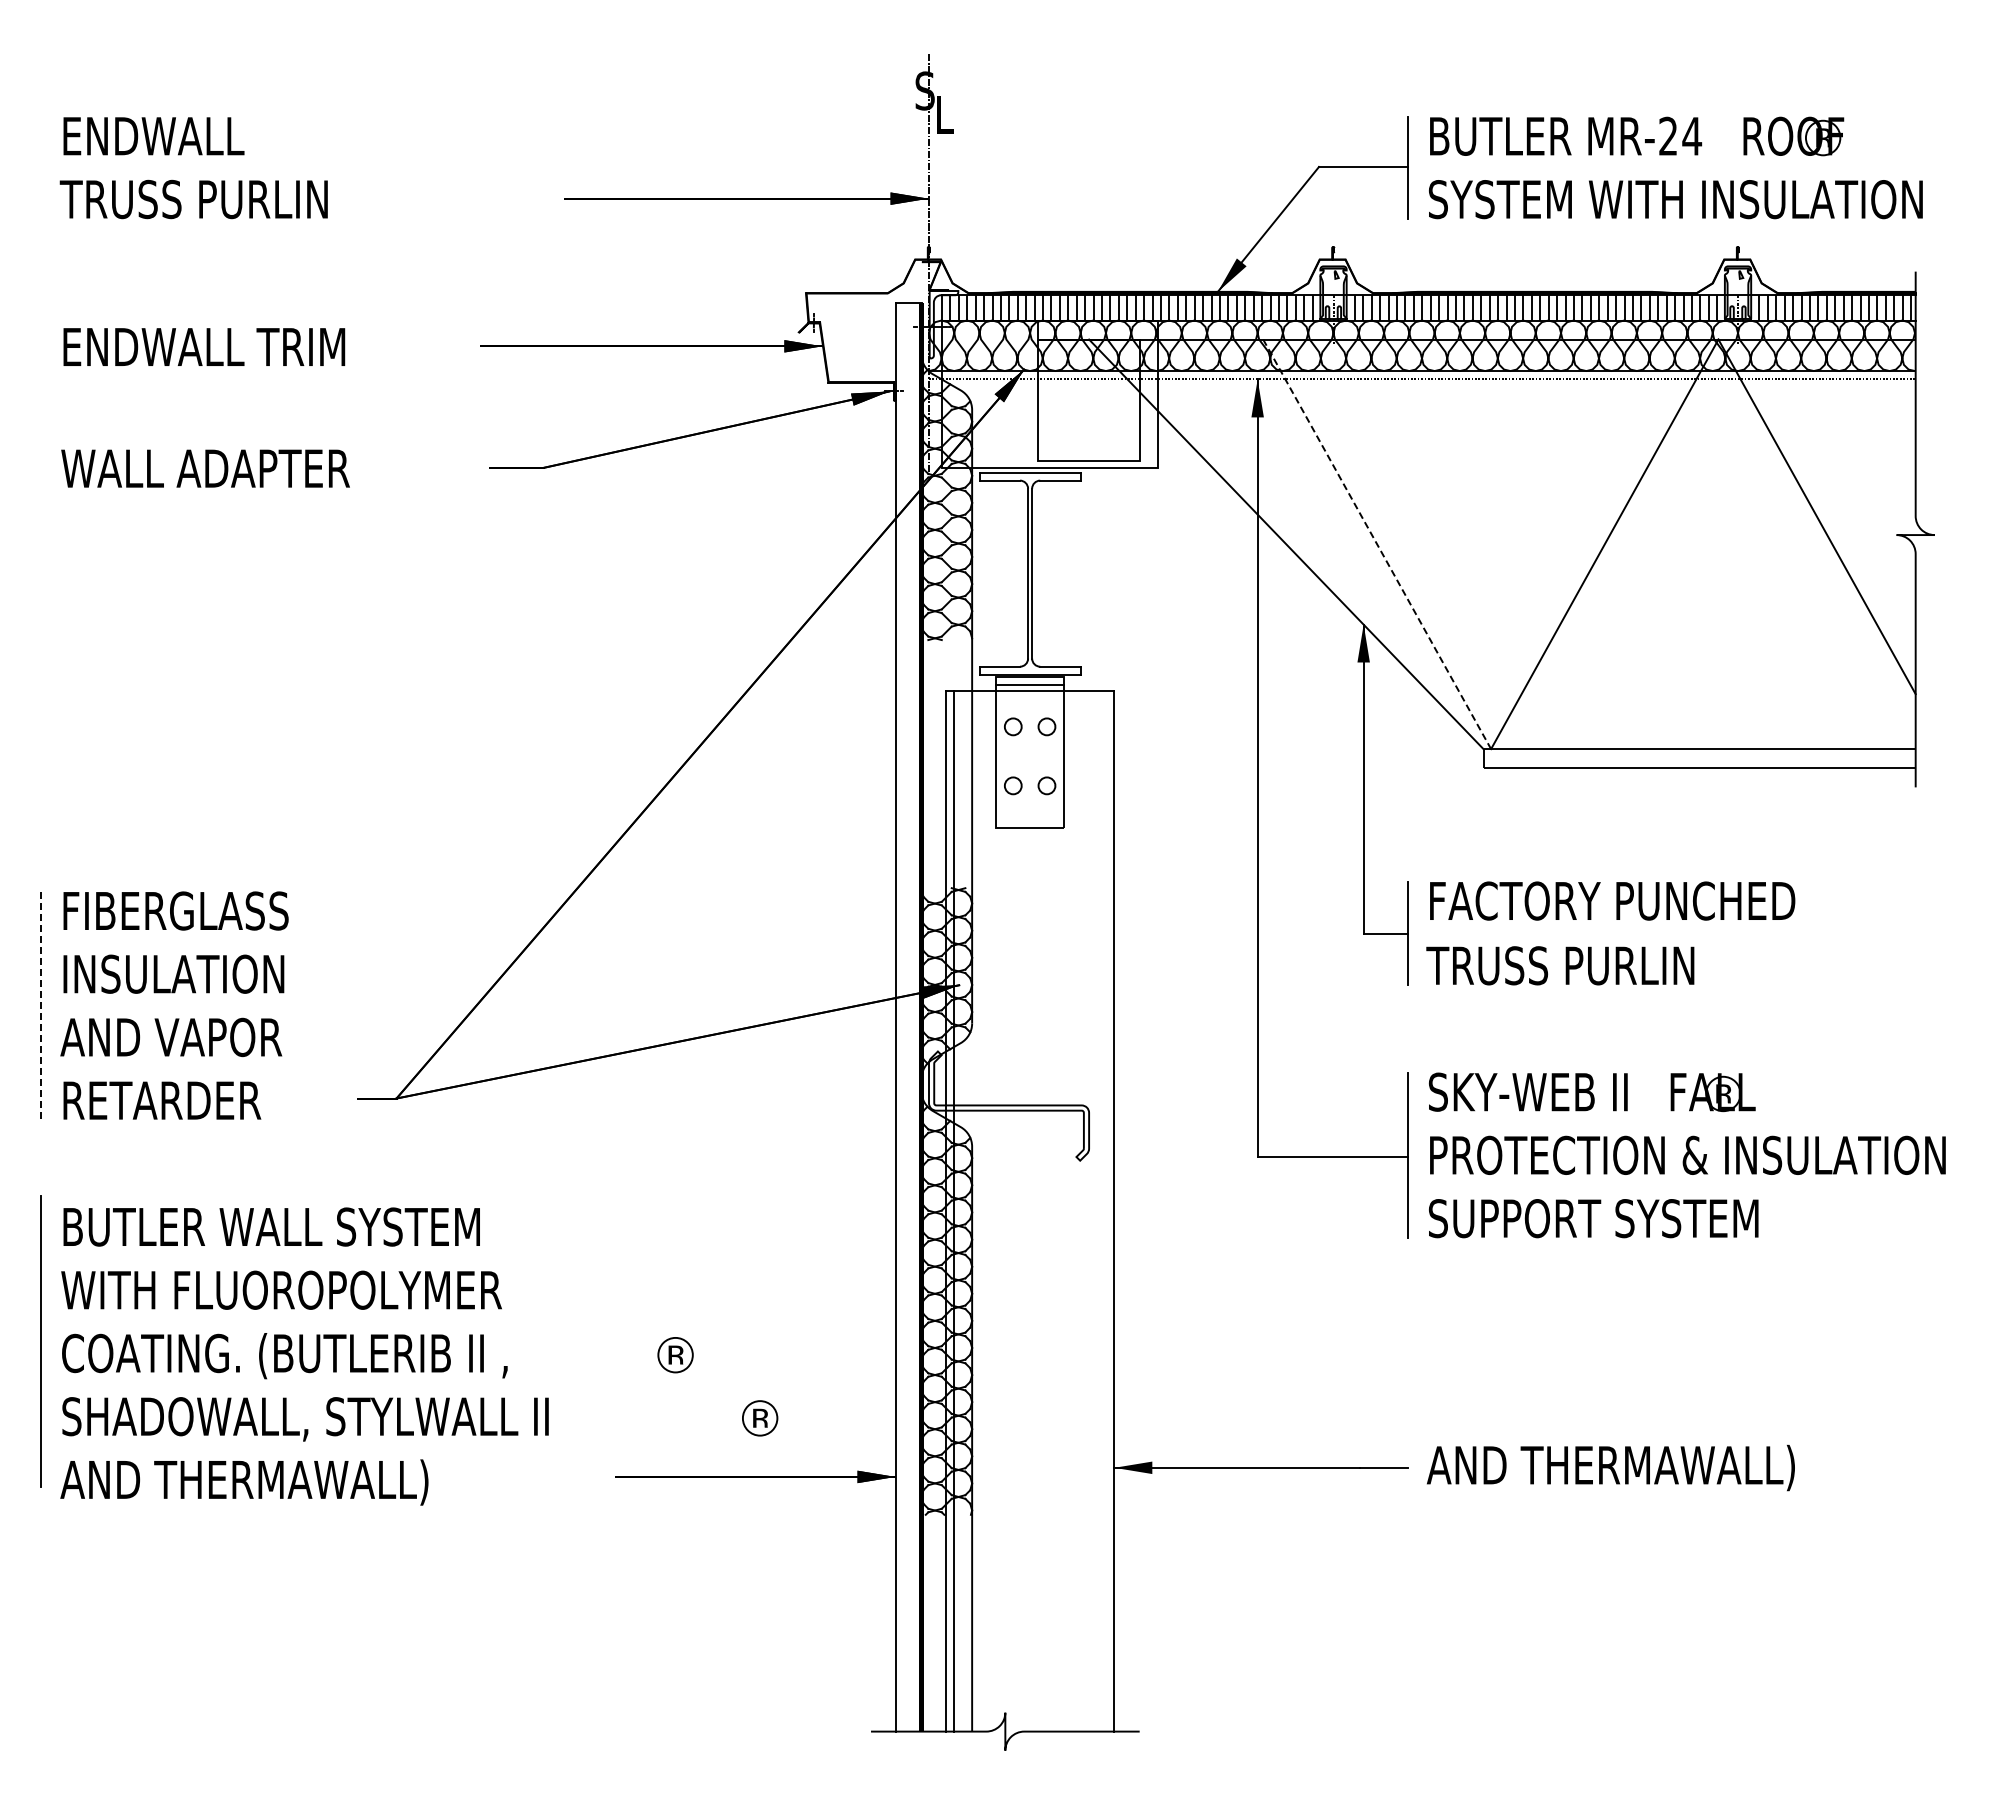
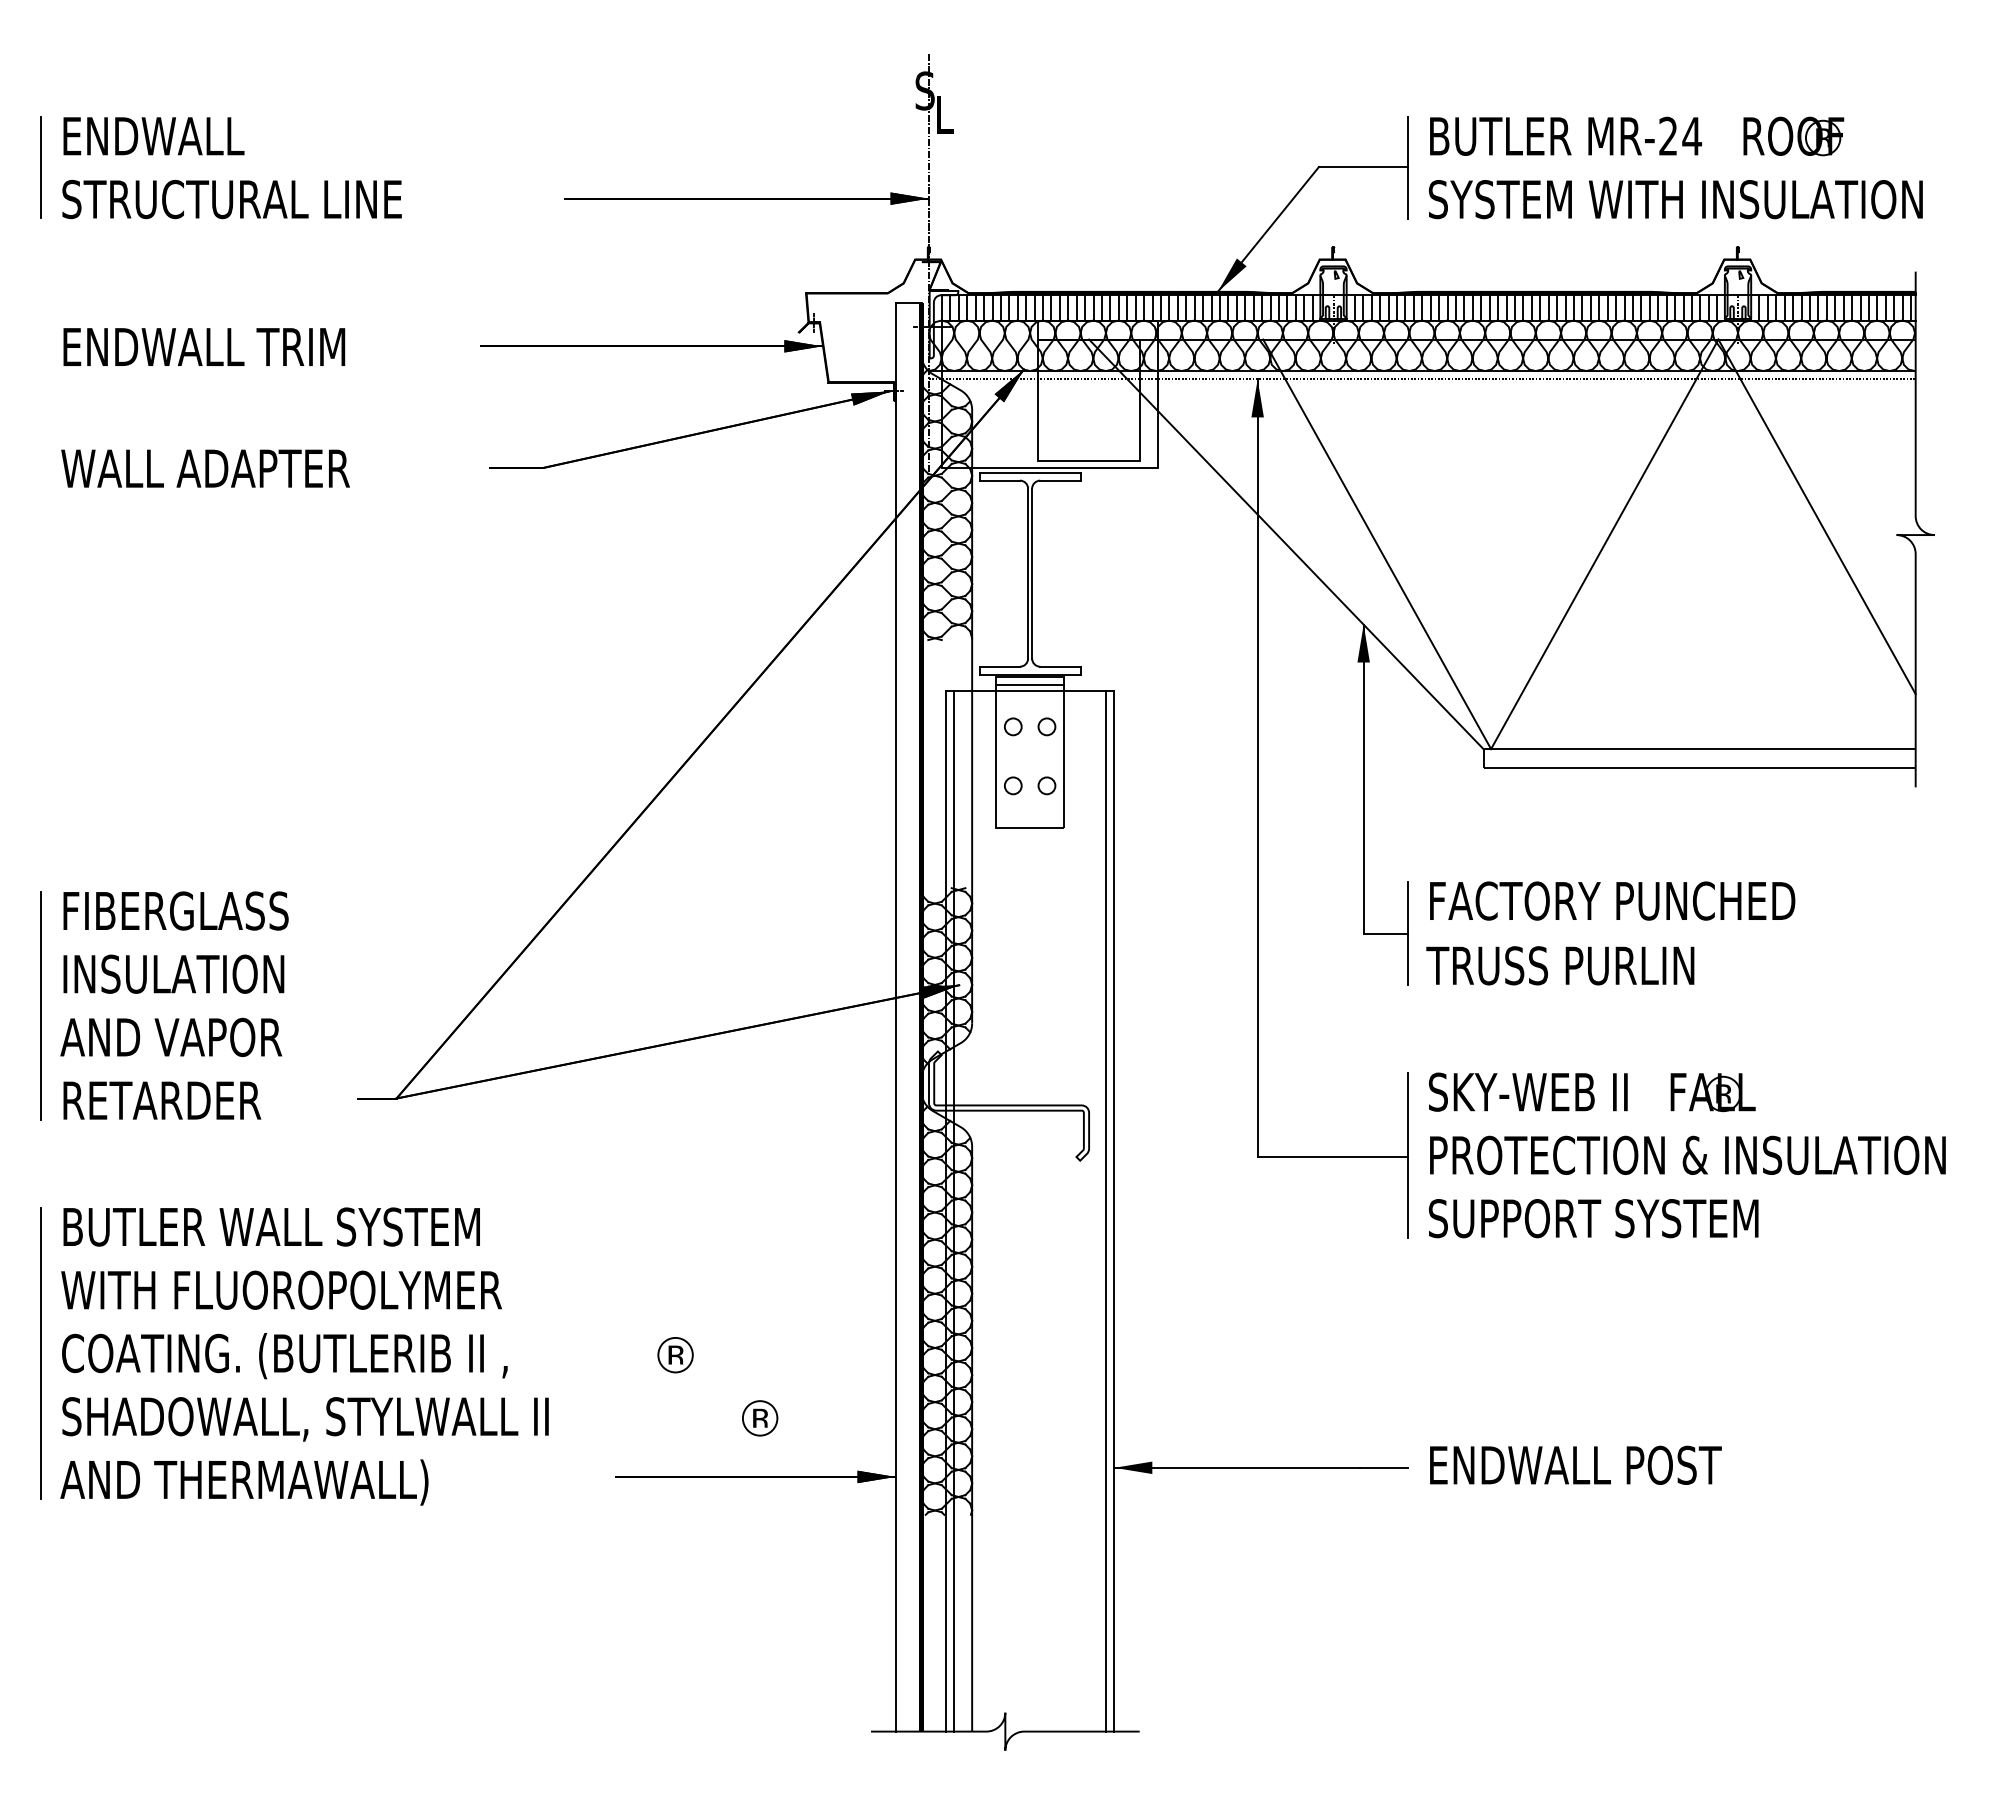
line at (40, 167): none -> present
text at (230, 199): TRUSS PURLIN -> STRUCTURAL LINE
line at (1377, 544): dashed -> solid
line at (40, 1005): dashed -> solid
line at (1105, 1211): none -> present
line at (40, 1341) position: (40, 1341) -> (40, 1353)
text at (1610, 1467): AND THERMAWALL) -> ENDWALL POST
